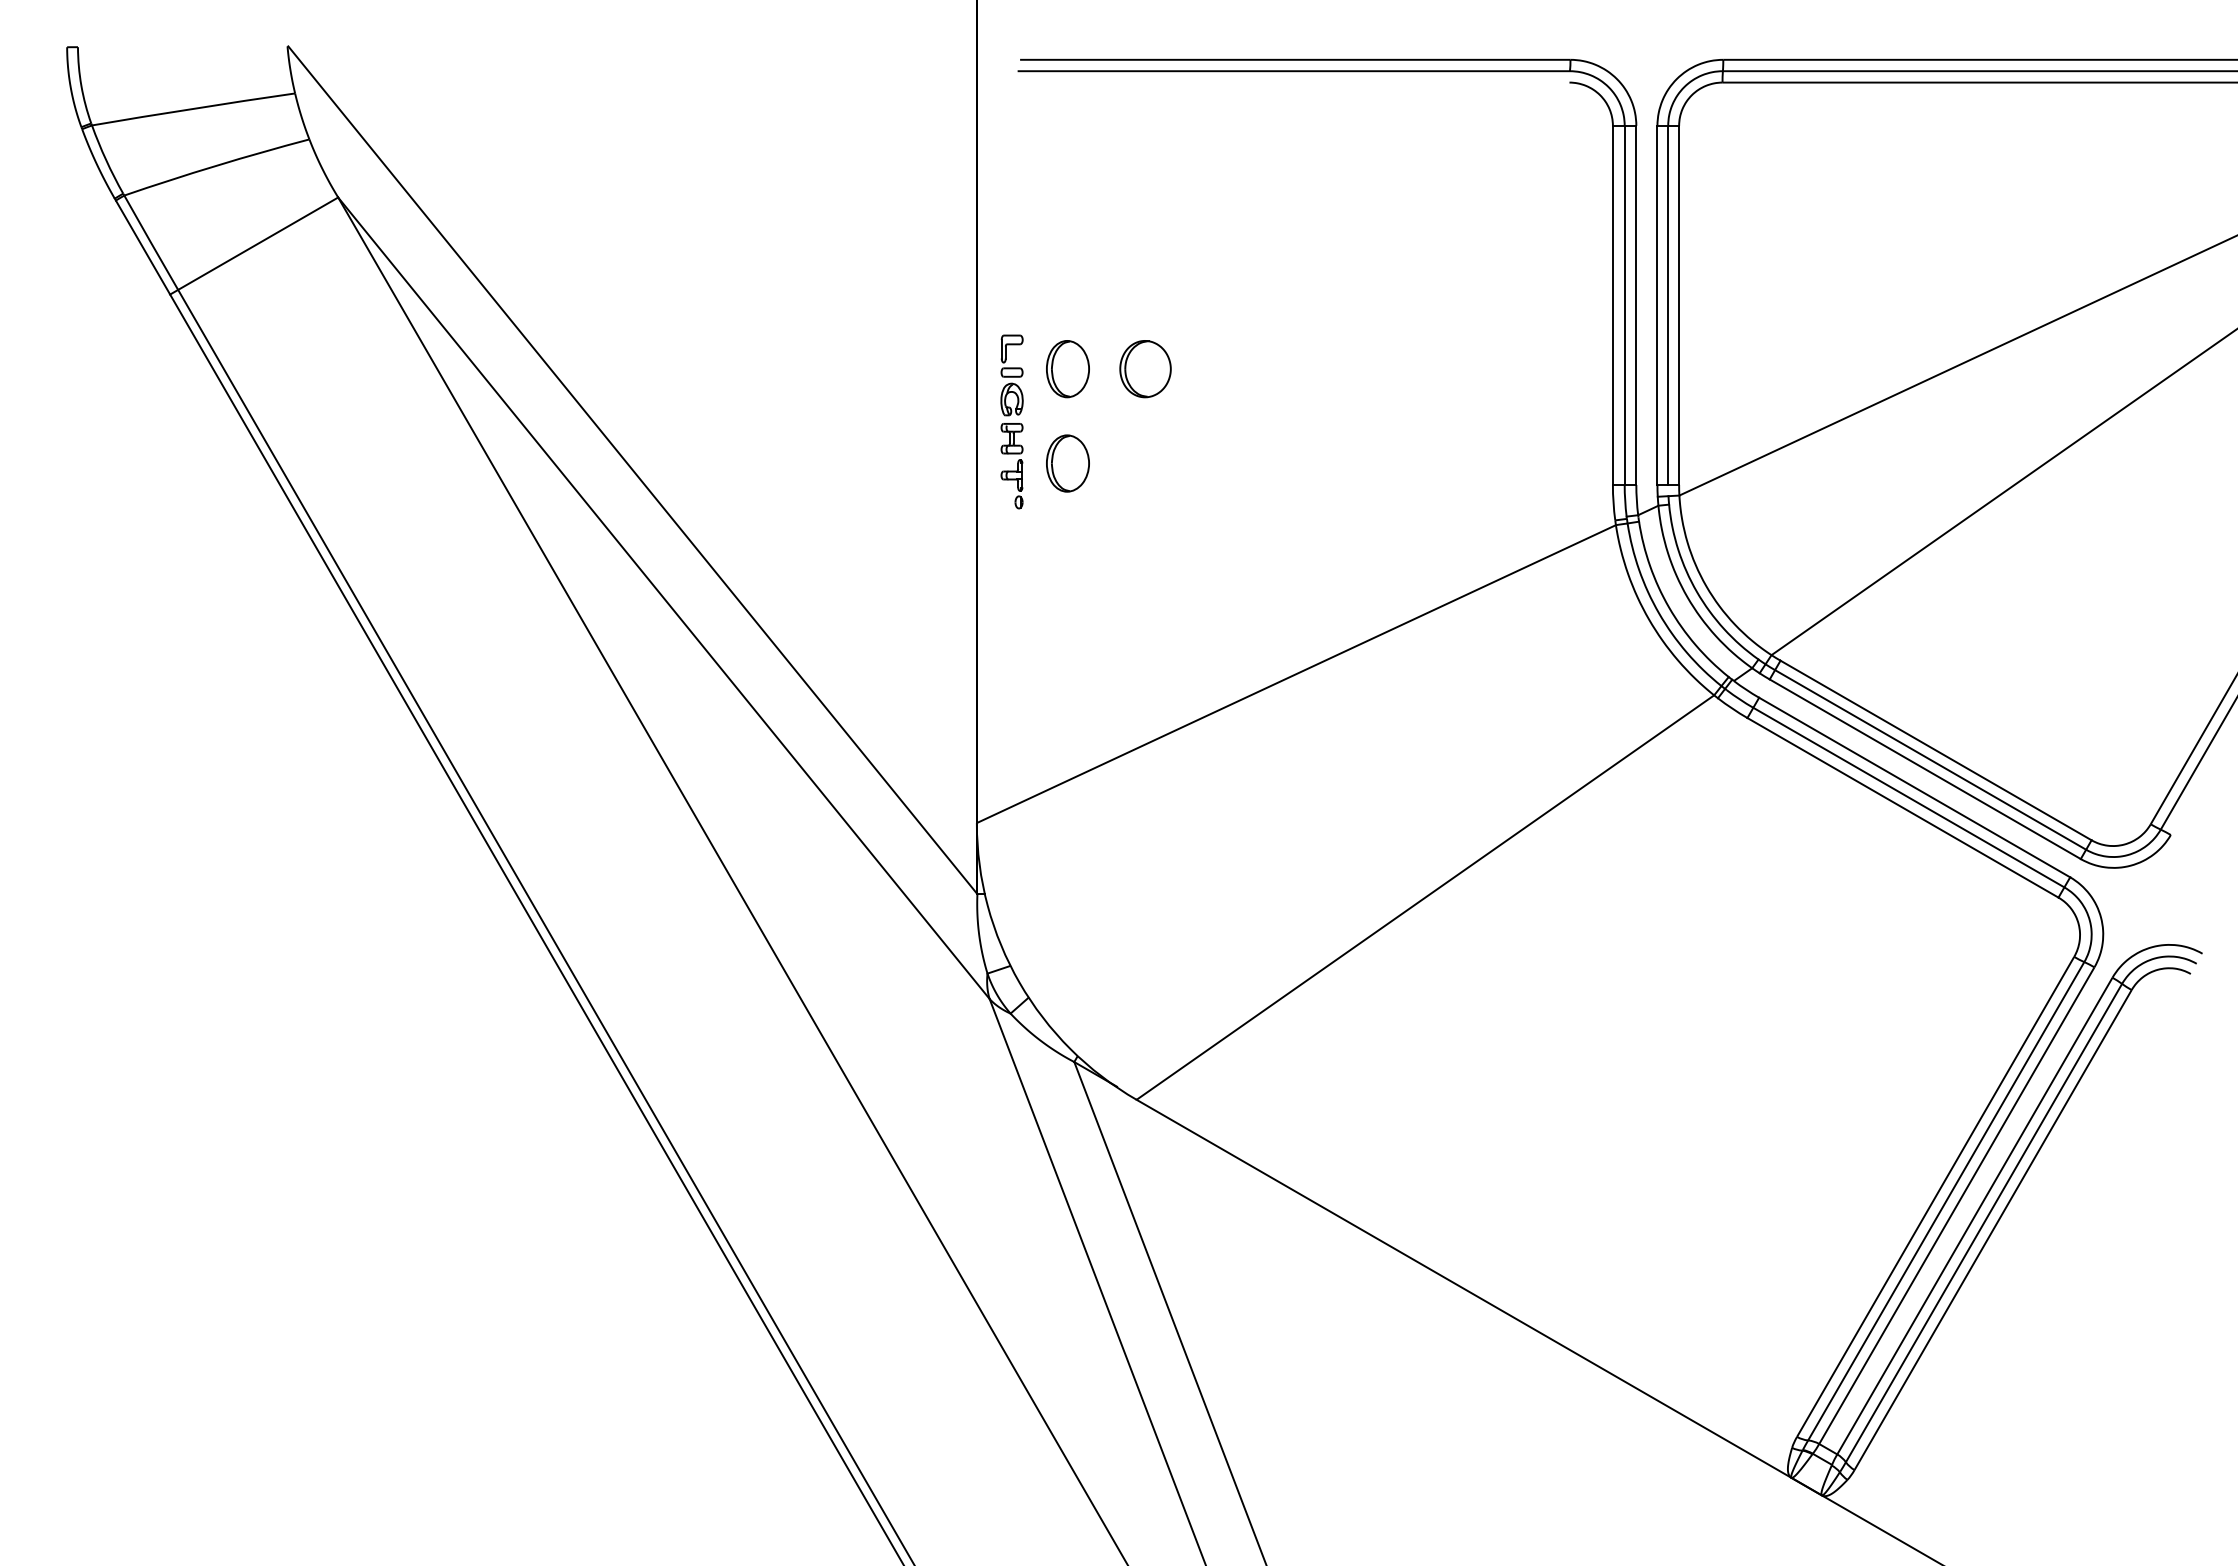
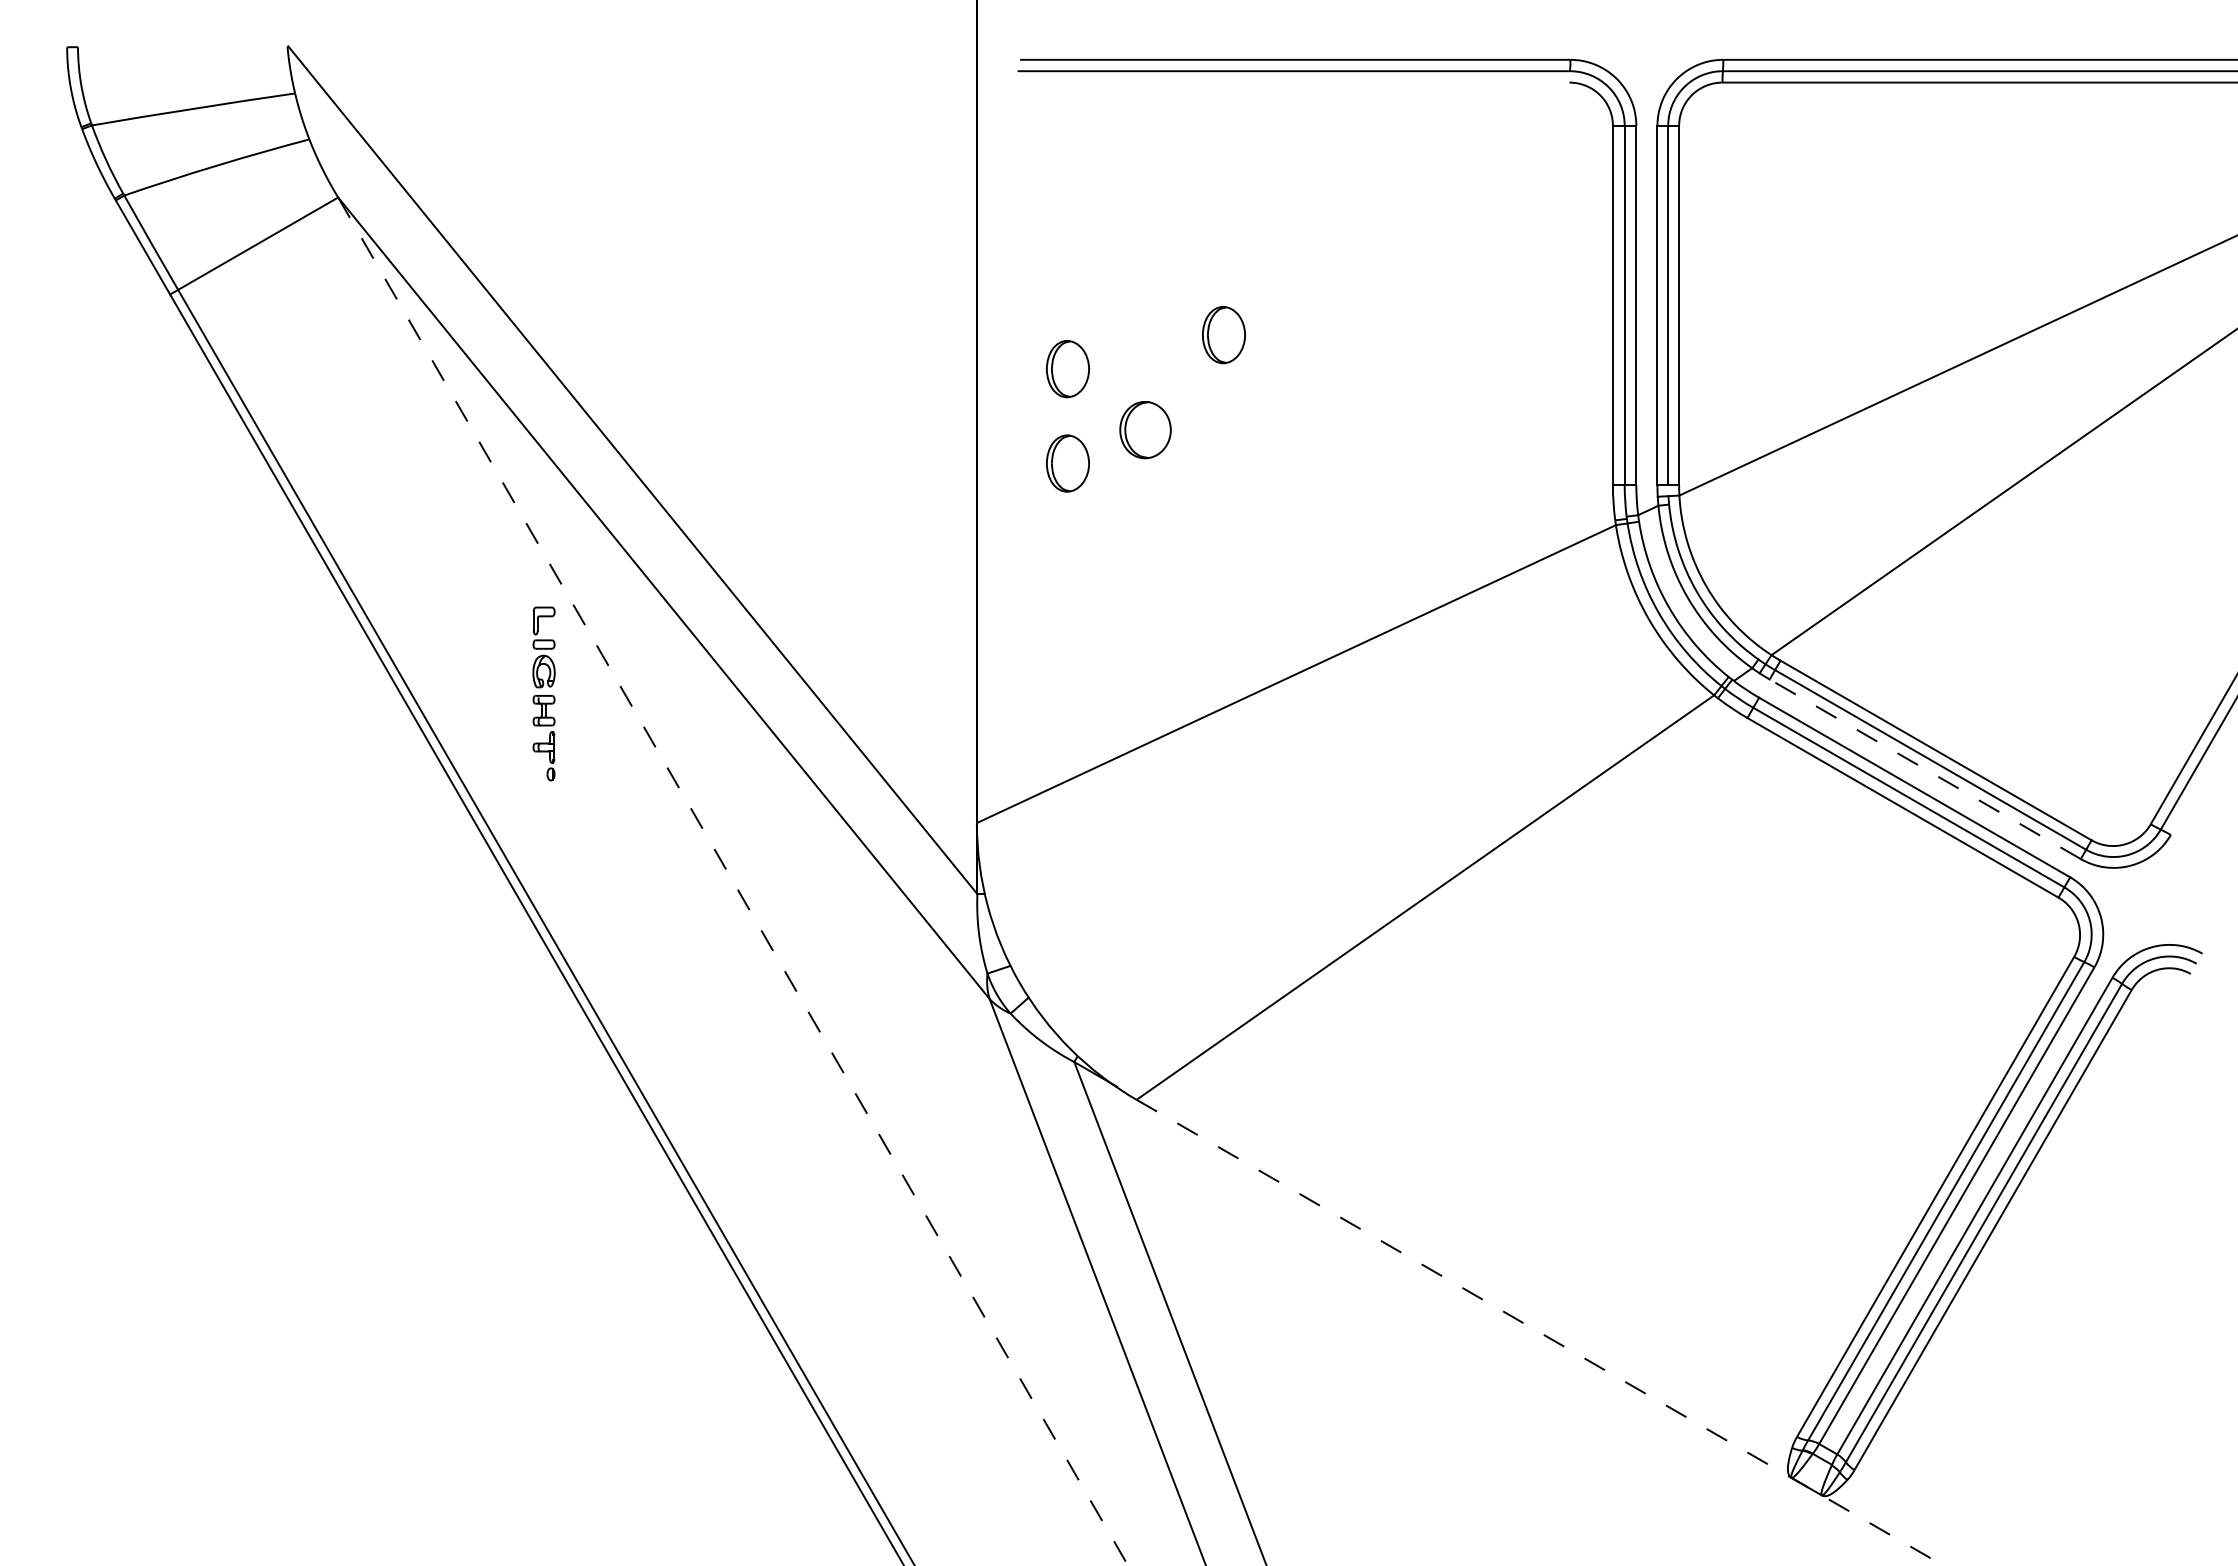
part at (1223, 335): none -> present
part at (1145, 369) position: (1145, 369) -> (1145, 430)
part at (1011, 421) position: (1011, 421) -> (543, 693)
line at (1925, 769): solid -> dashed
line at (733, 881): solid -> dashed
line at (1540, 1332): solid -> dashed
